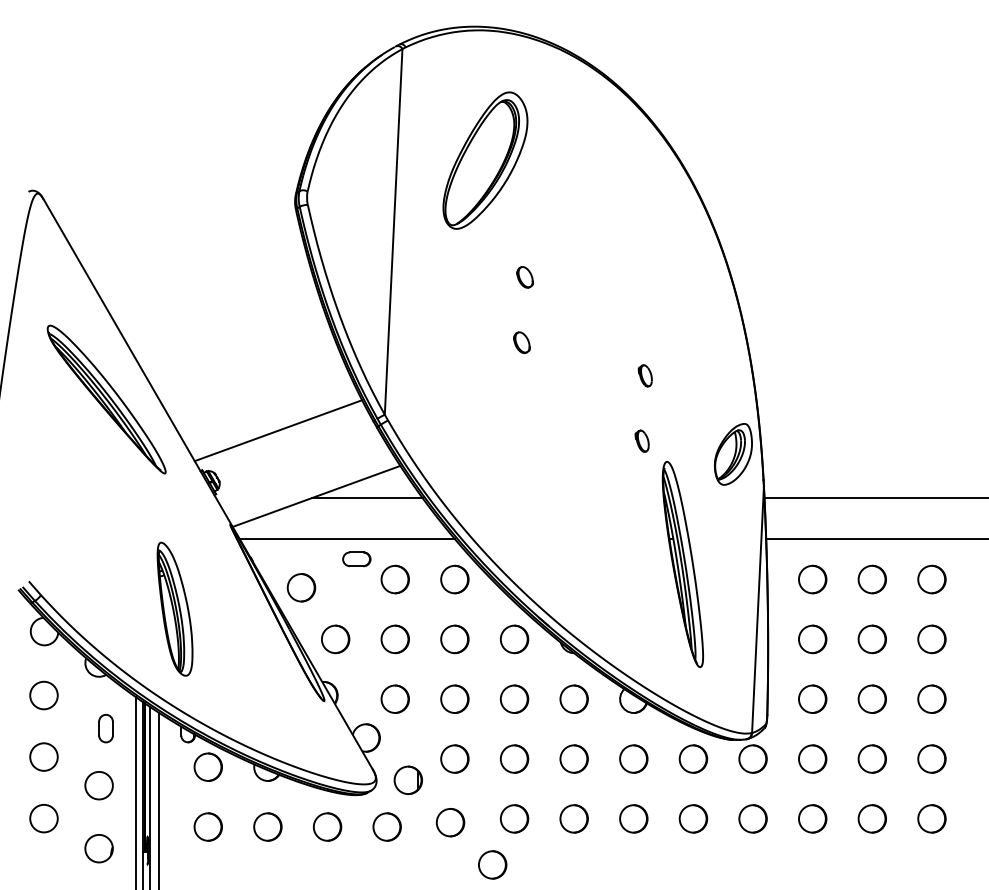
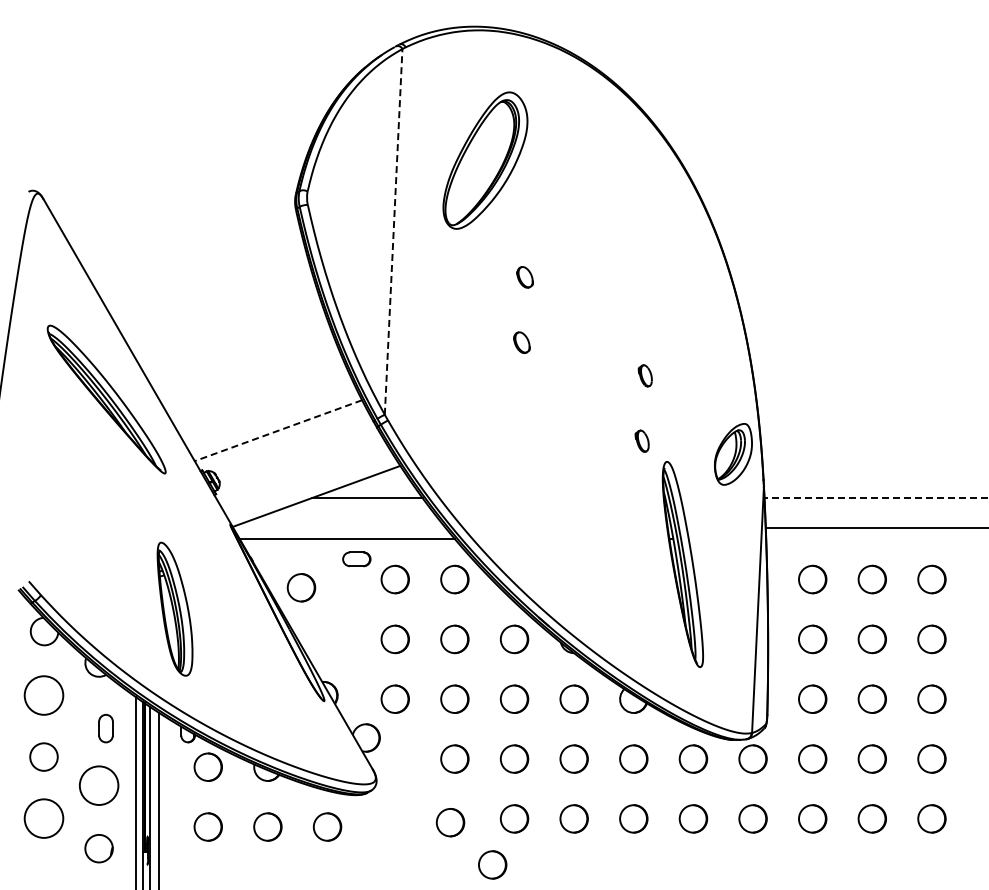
line at (393, 231): solid -> dashed
line at (277, 430): solid -> dashed
line at (876, 497): solid -> dashed
line at (875, 539) position: (875, 539) -> (875, 528)
part at (335, 639): present -> none
circle at (43, 695) diameter: 28 px -> 39 px
part at (407, 779): present -> none
circle at (98, 785) diameter: 28 px -> 39 px
circle at (43, 818) diameter: 28 px -> 39 px
circle at (386, 826): present -> none
